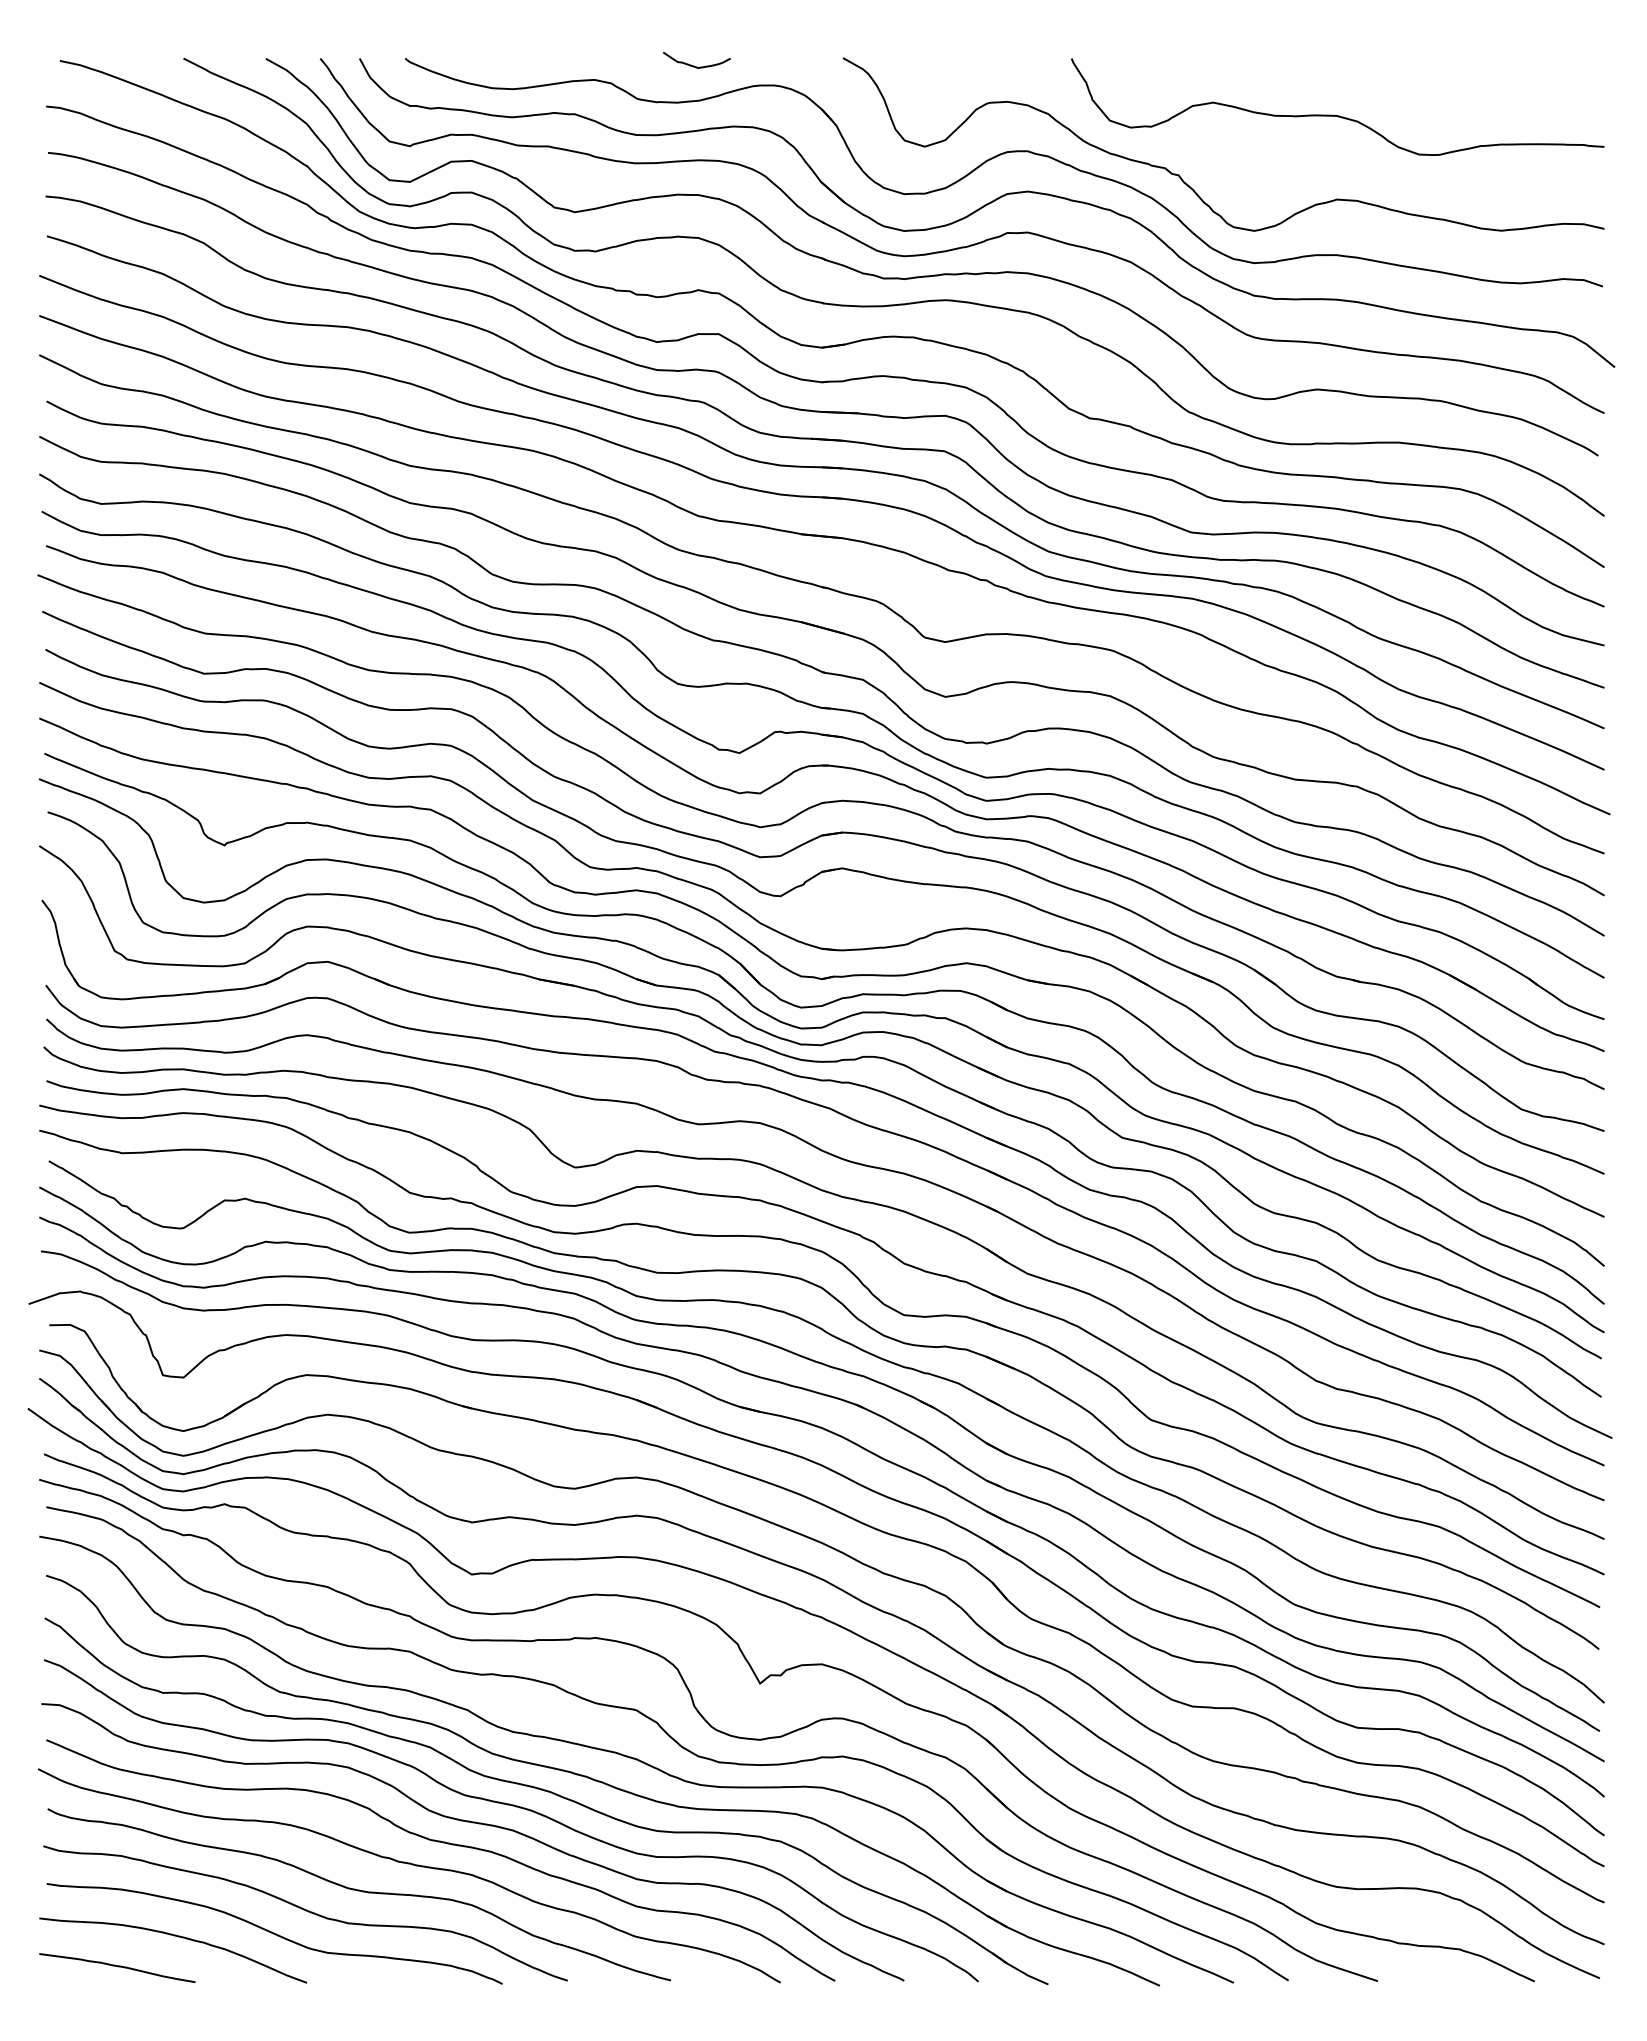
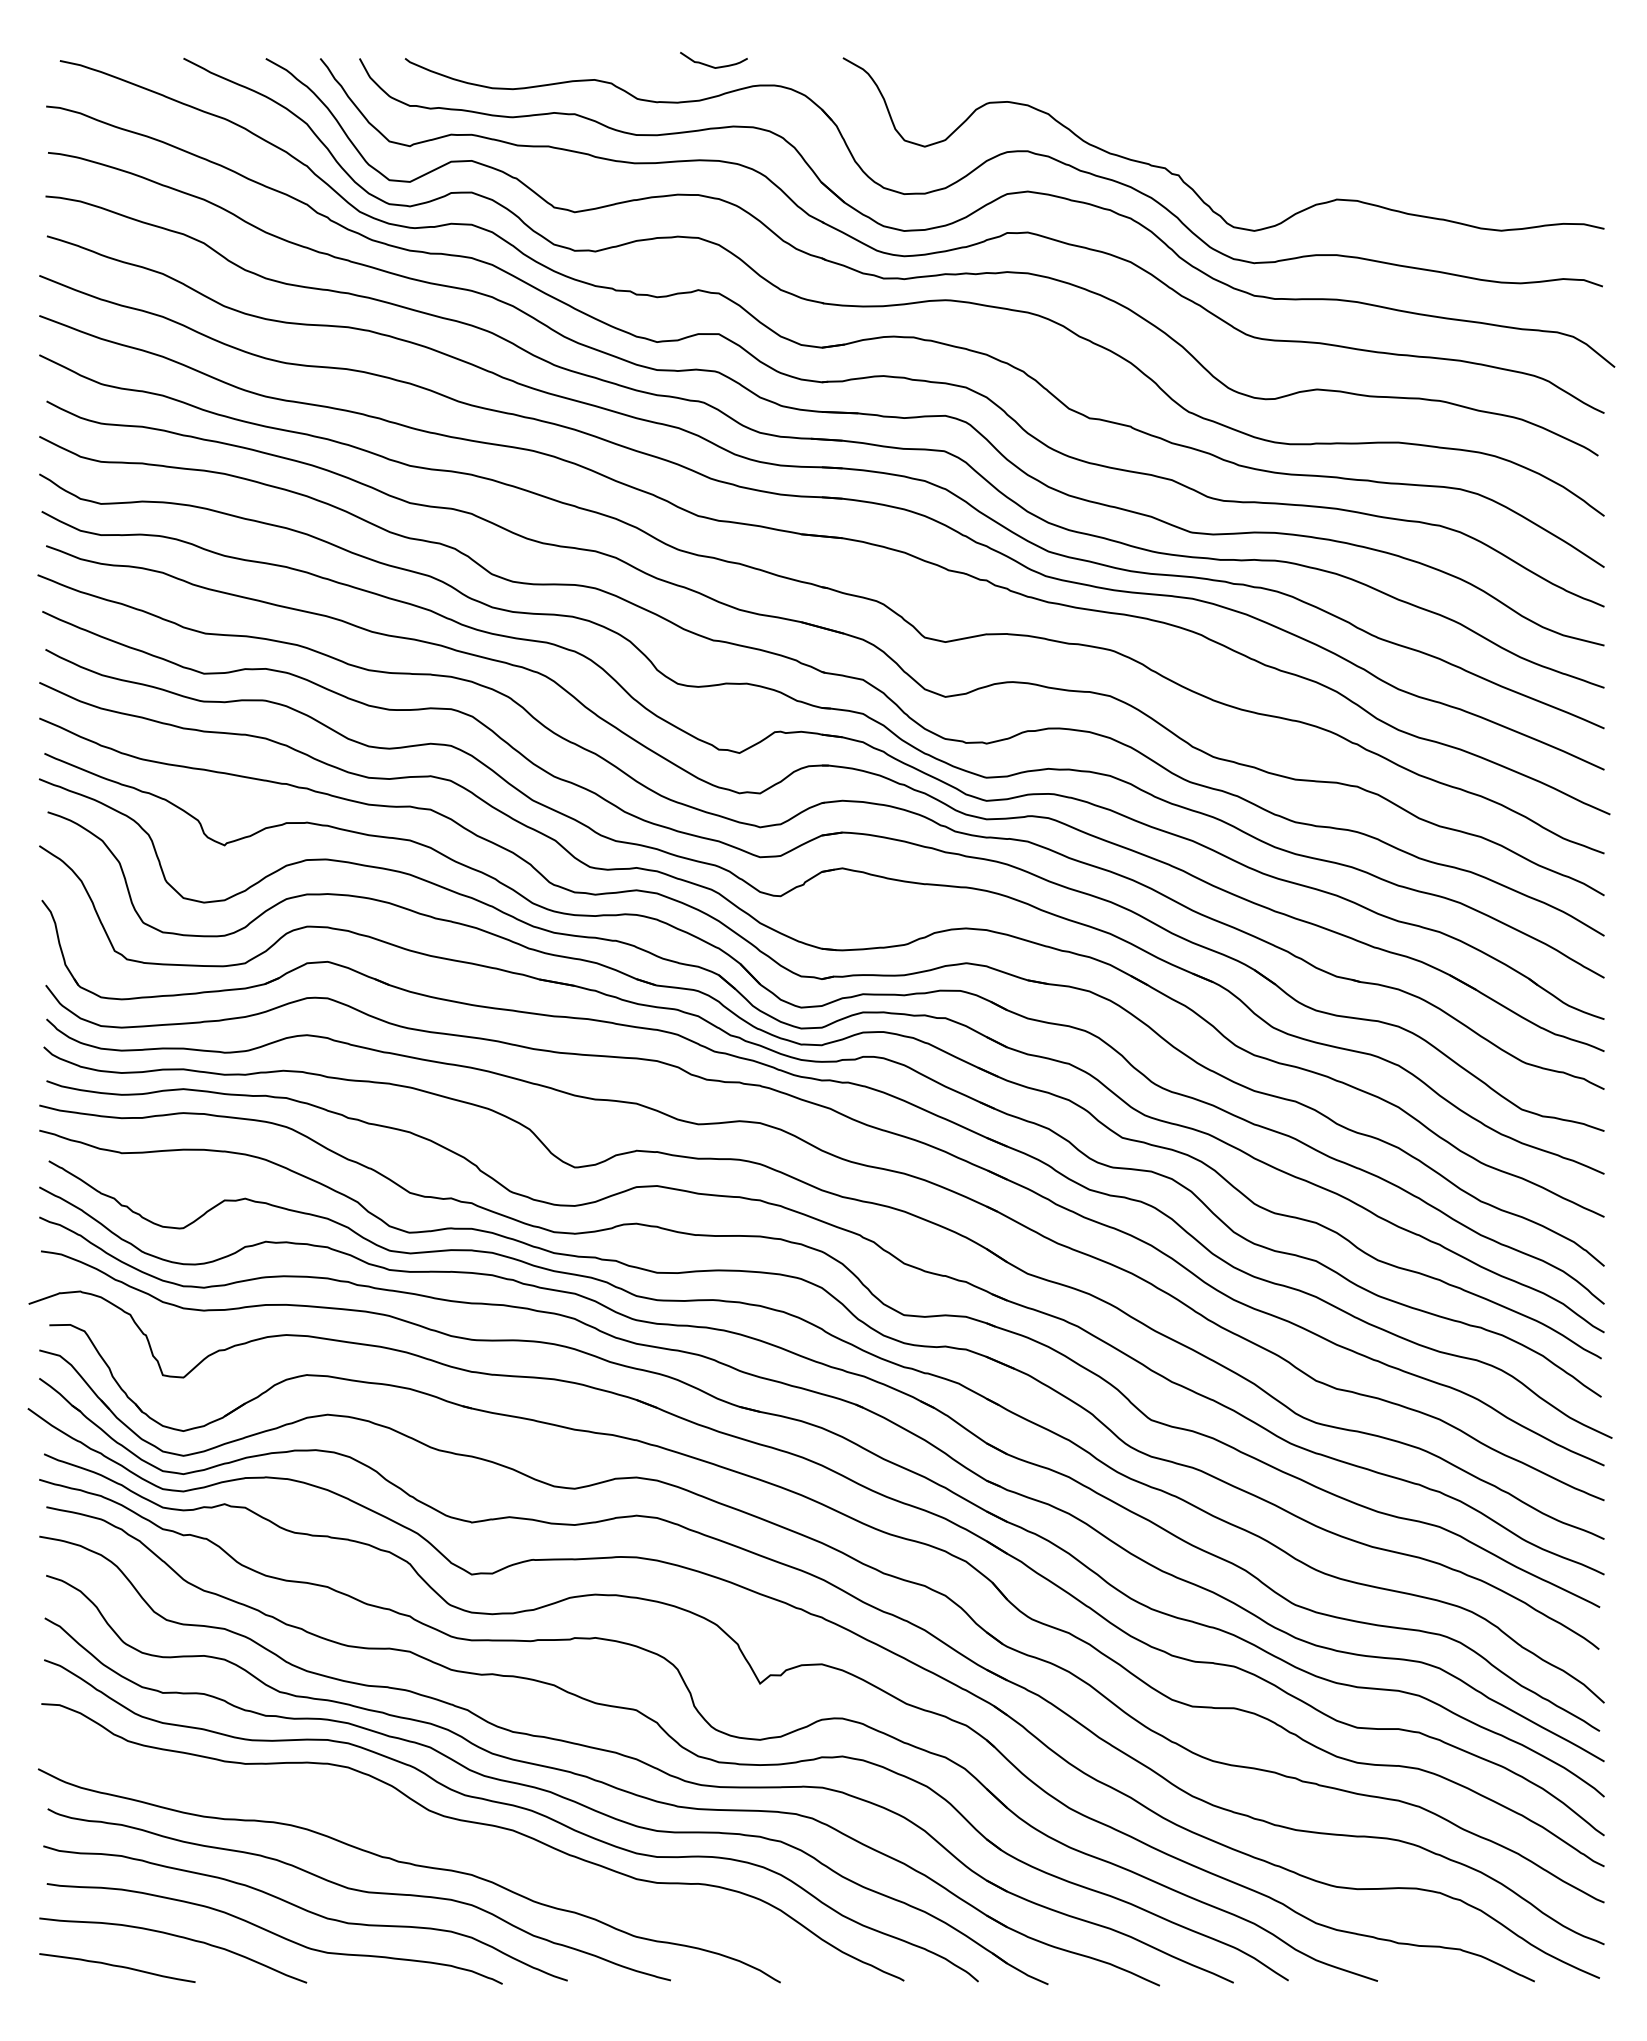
curve at (694, 65) position: (694, 65) -> (711, 65)
curve at (1333, 114): present -> none
curve at (443, 1843): present -> none
